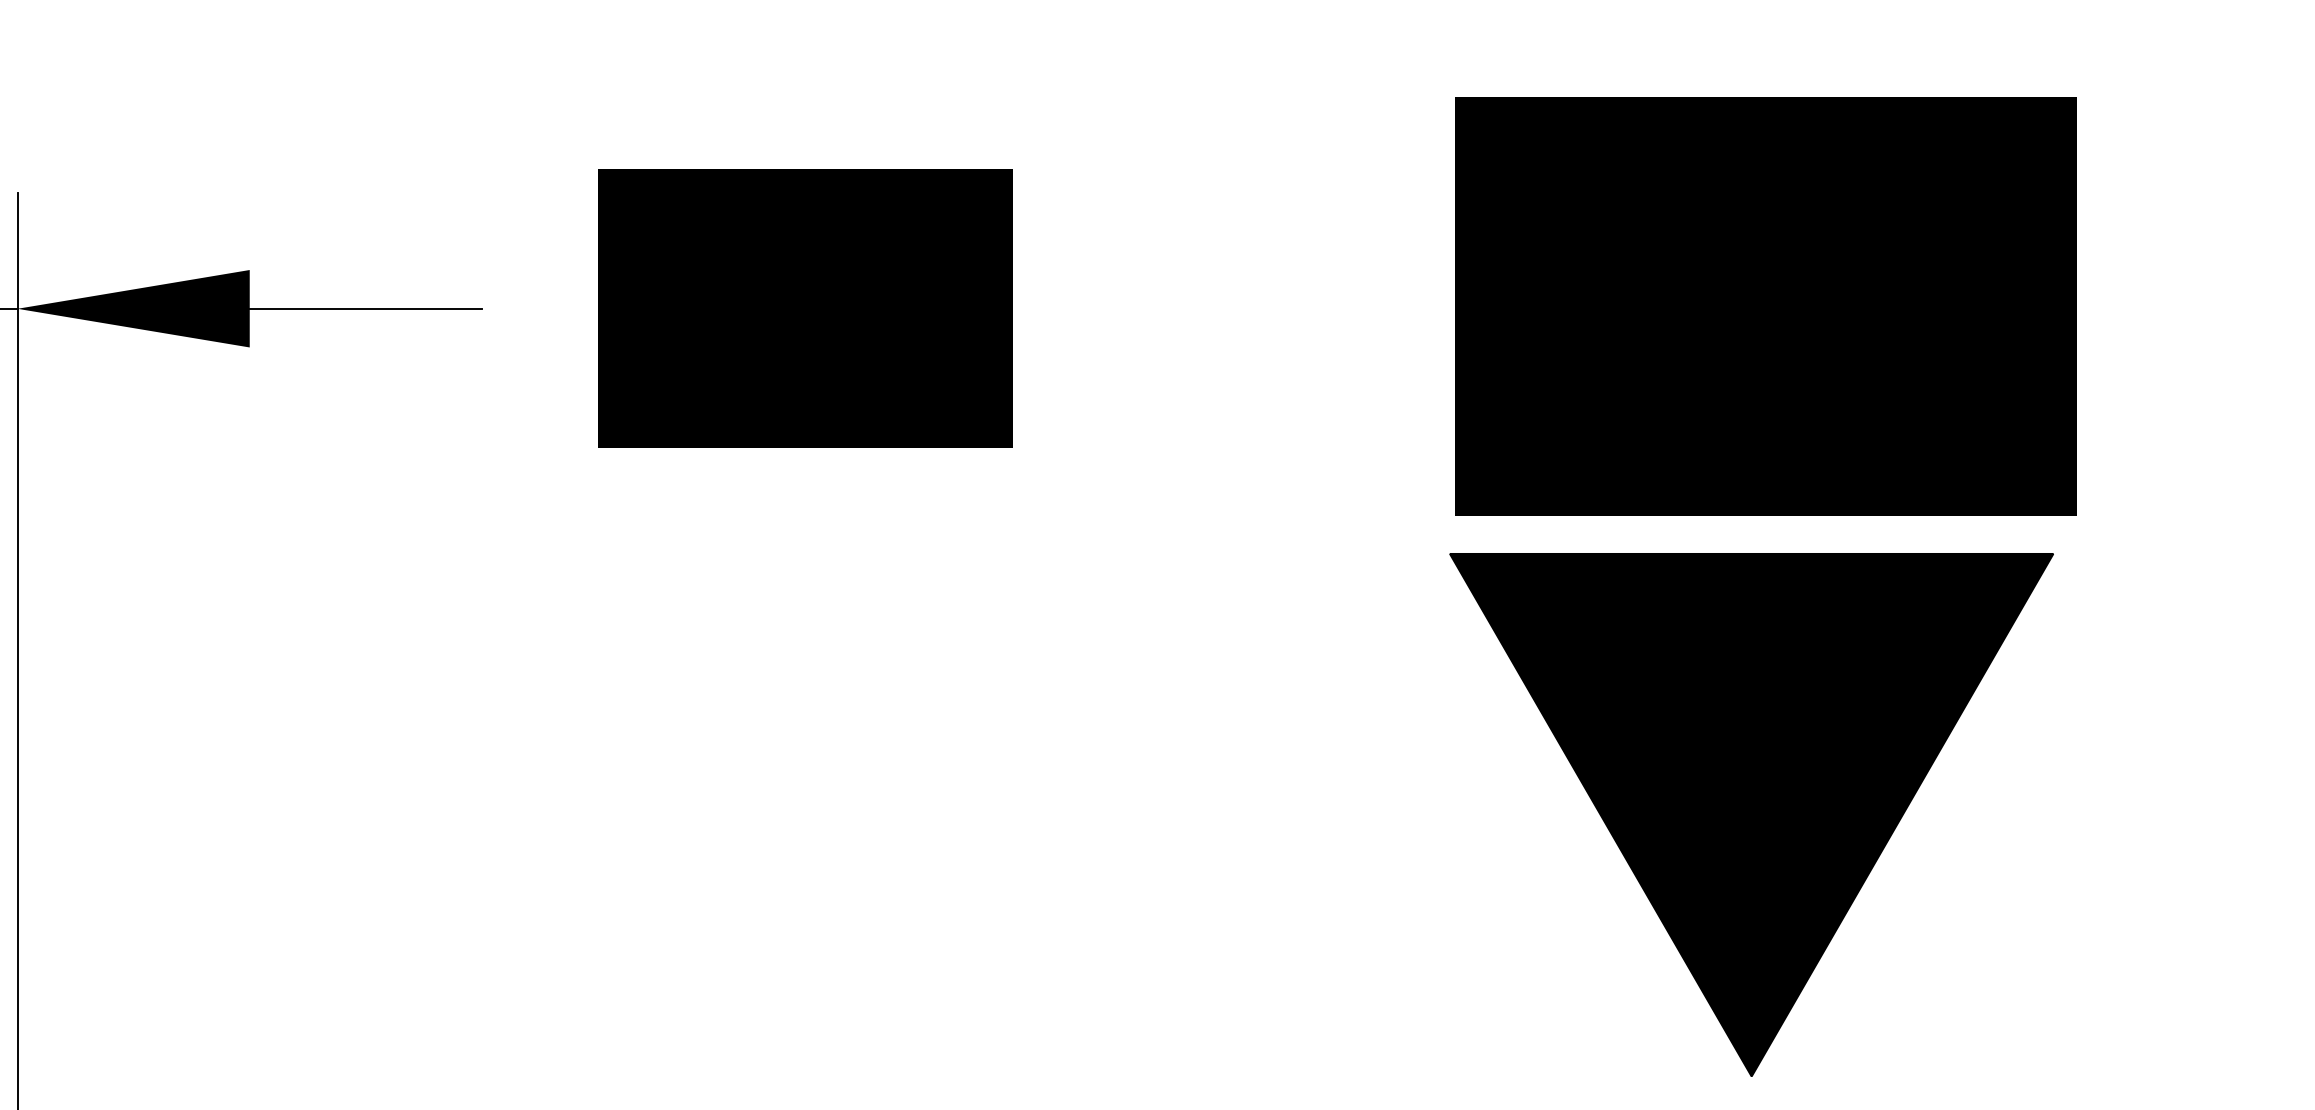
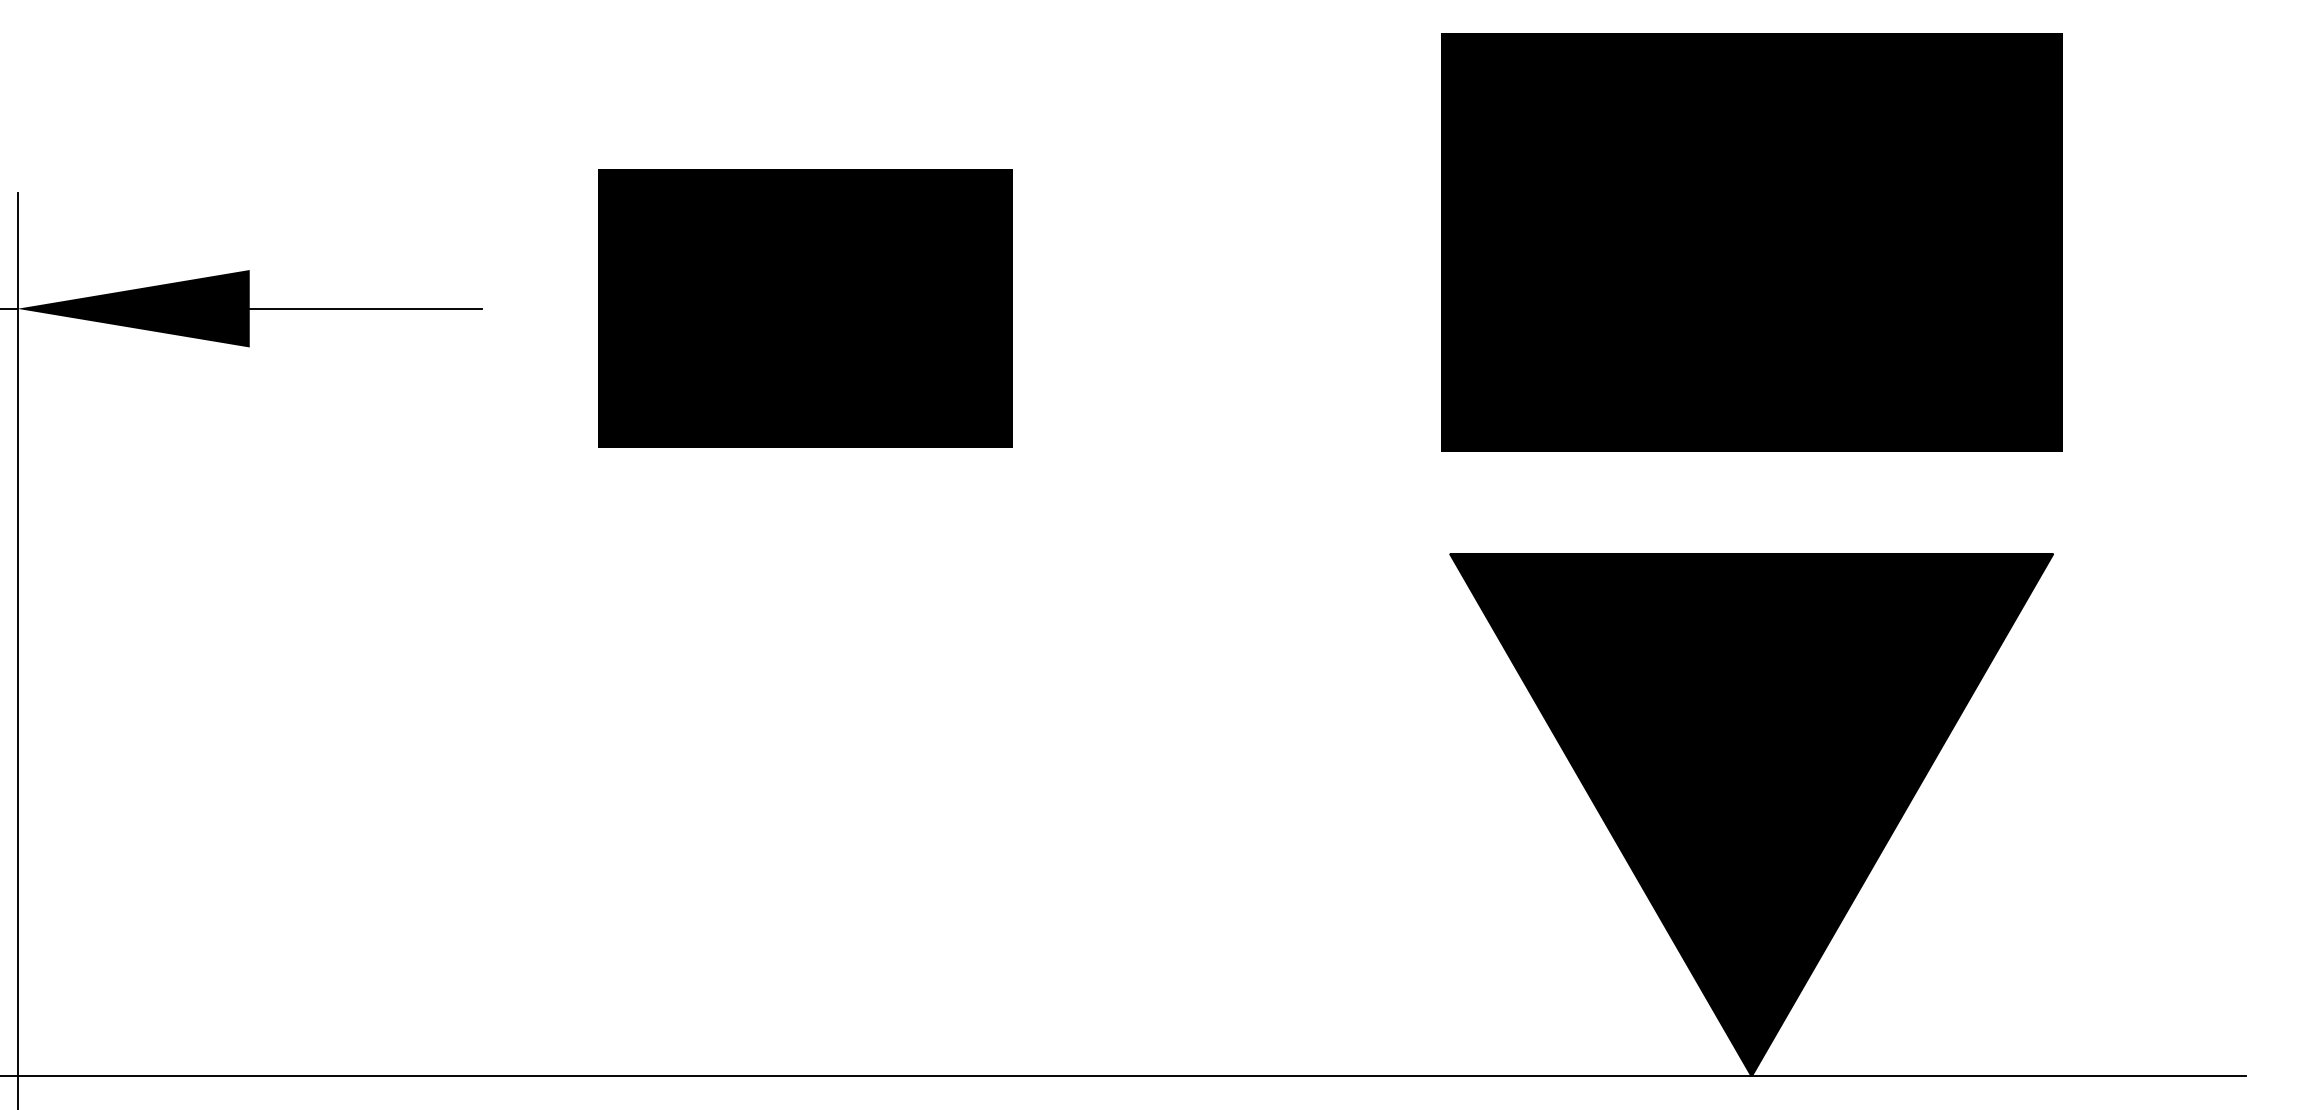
text at (1765, 306) position: (1765, 306) -> (1751, 242)
line at (1123, 1076): none -> present
